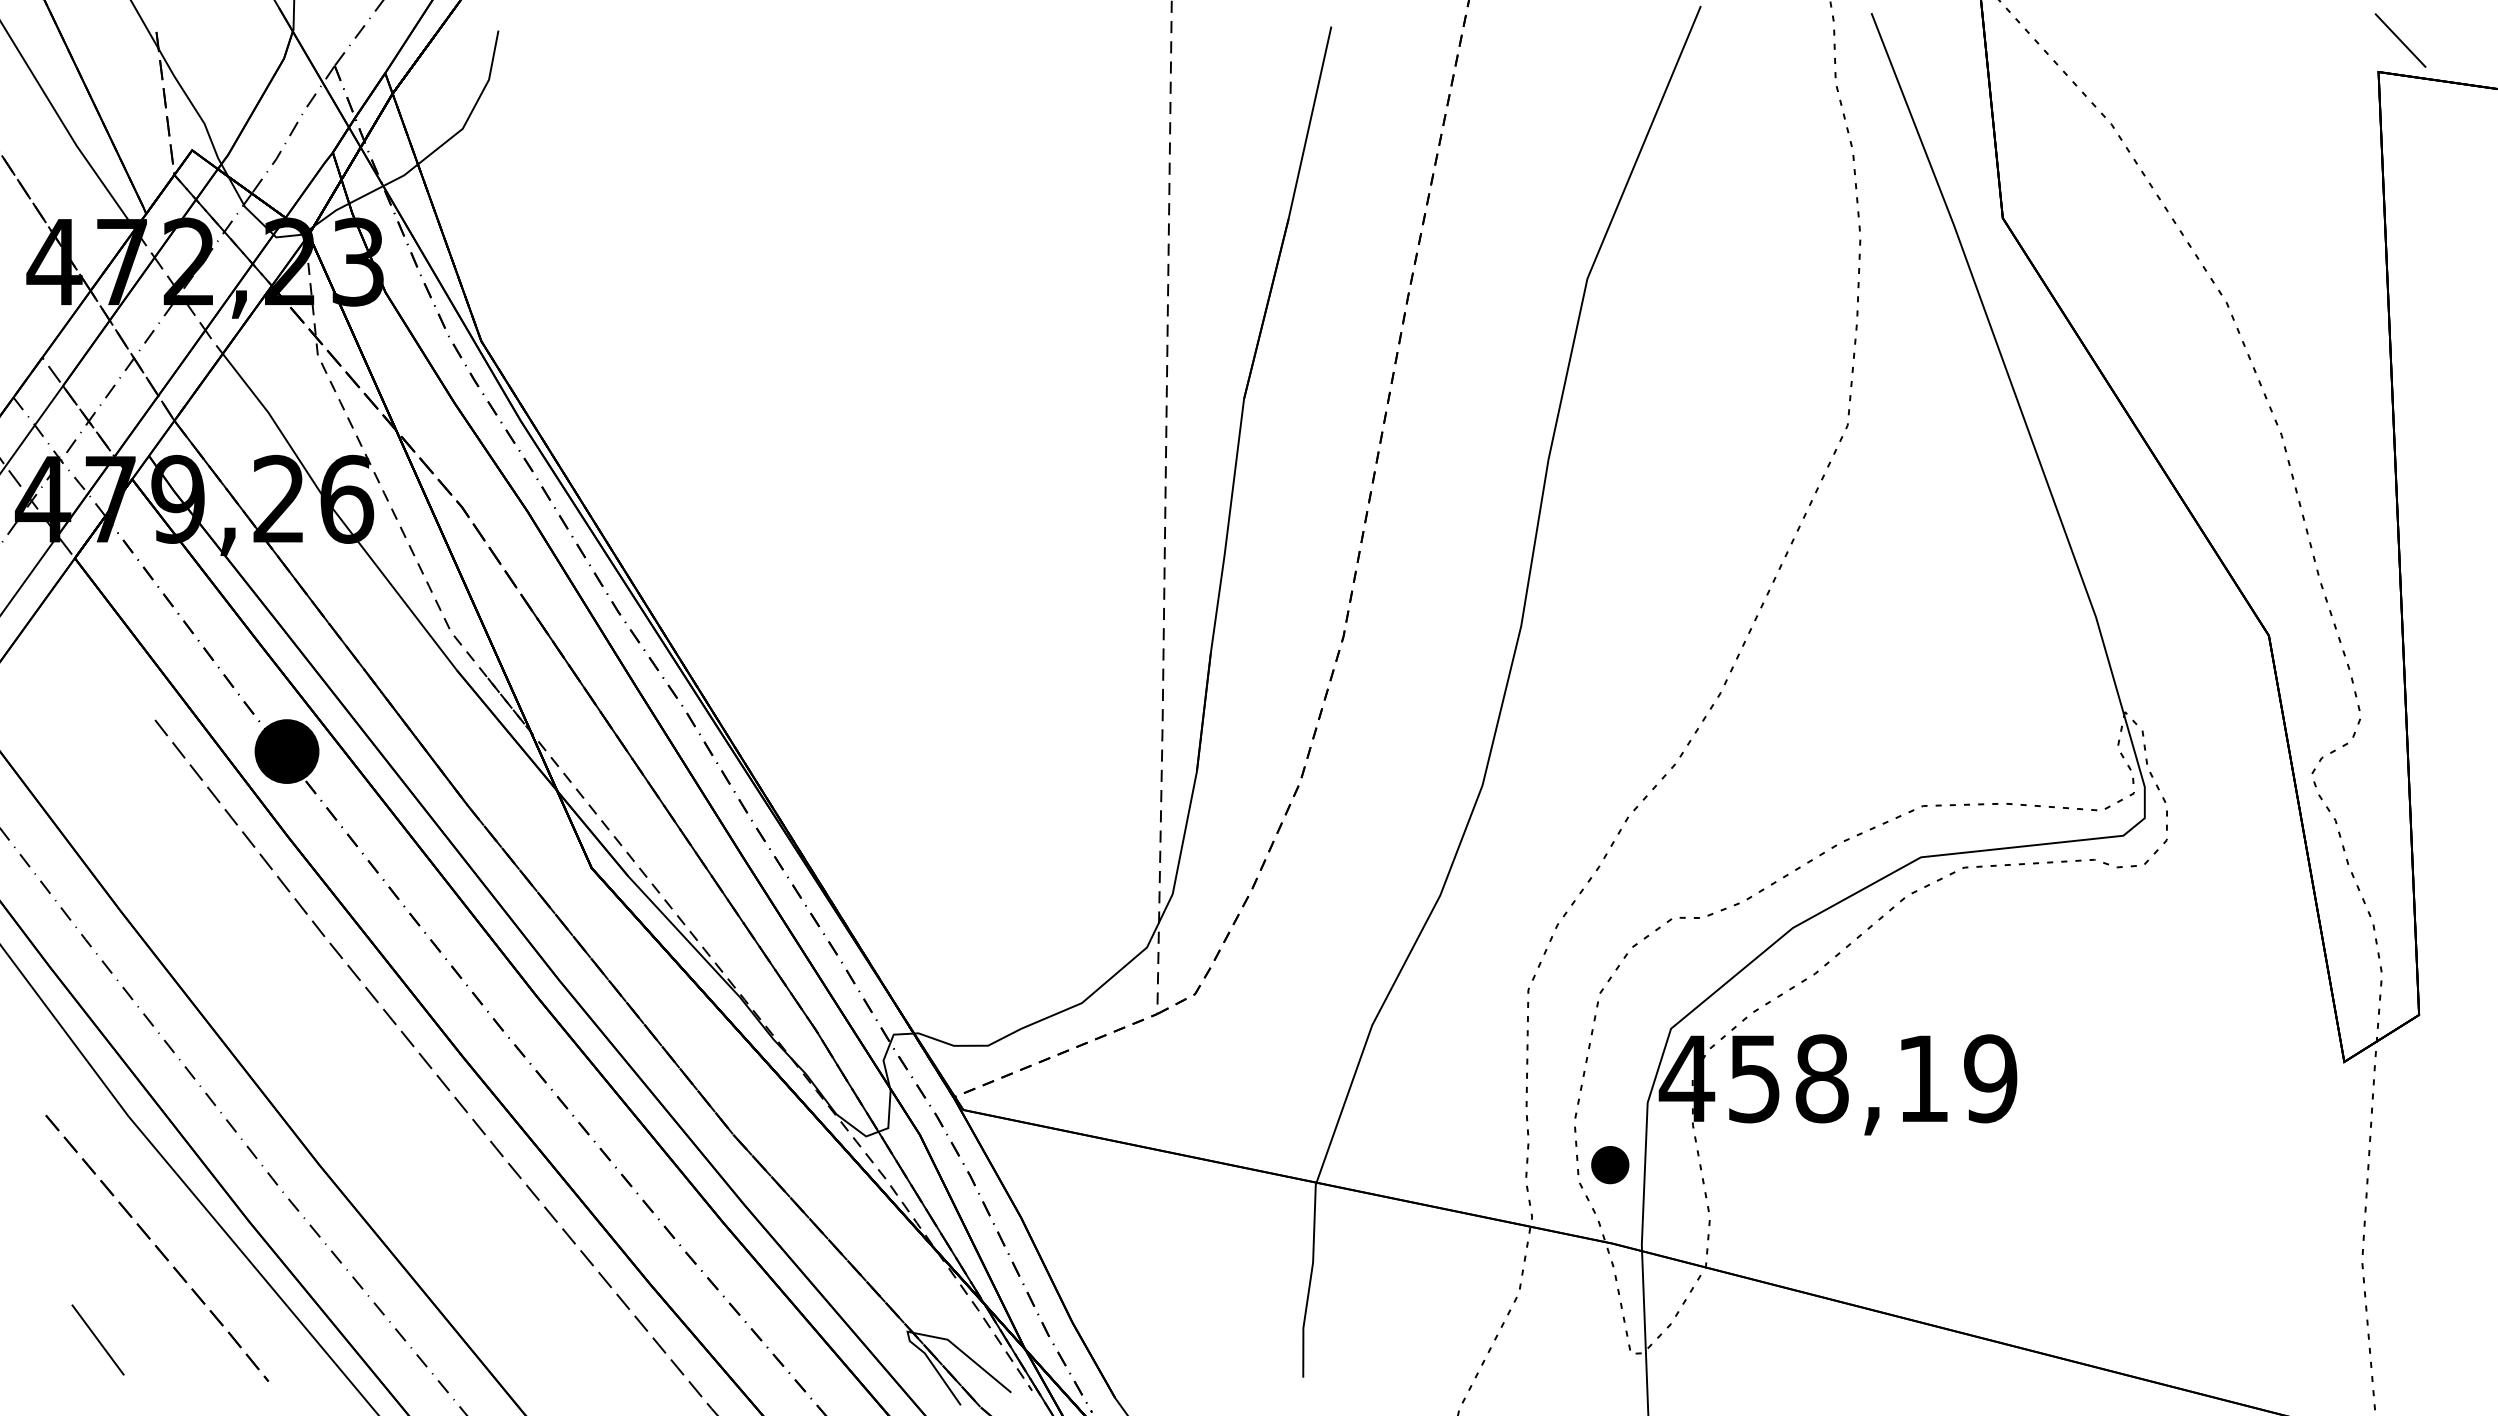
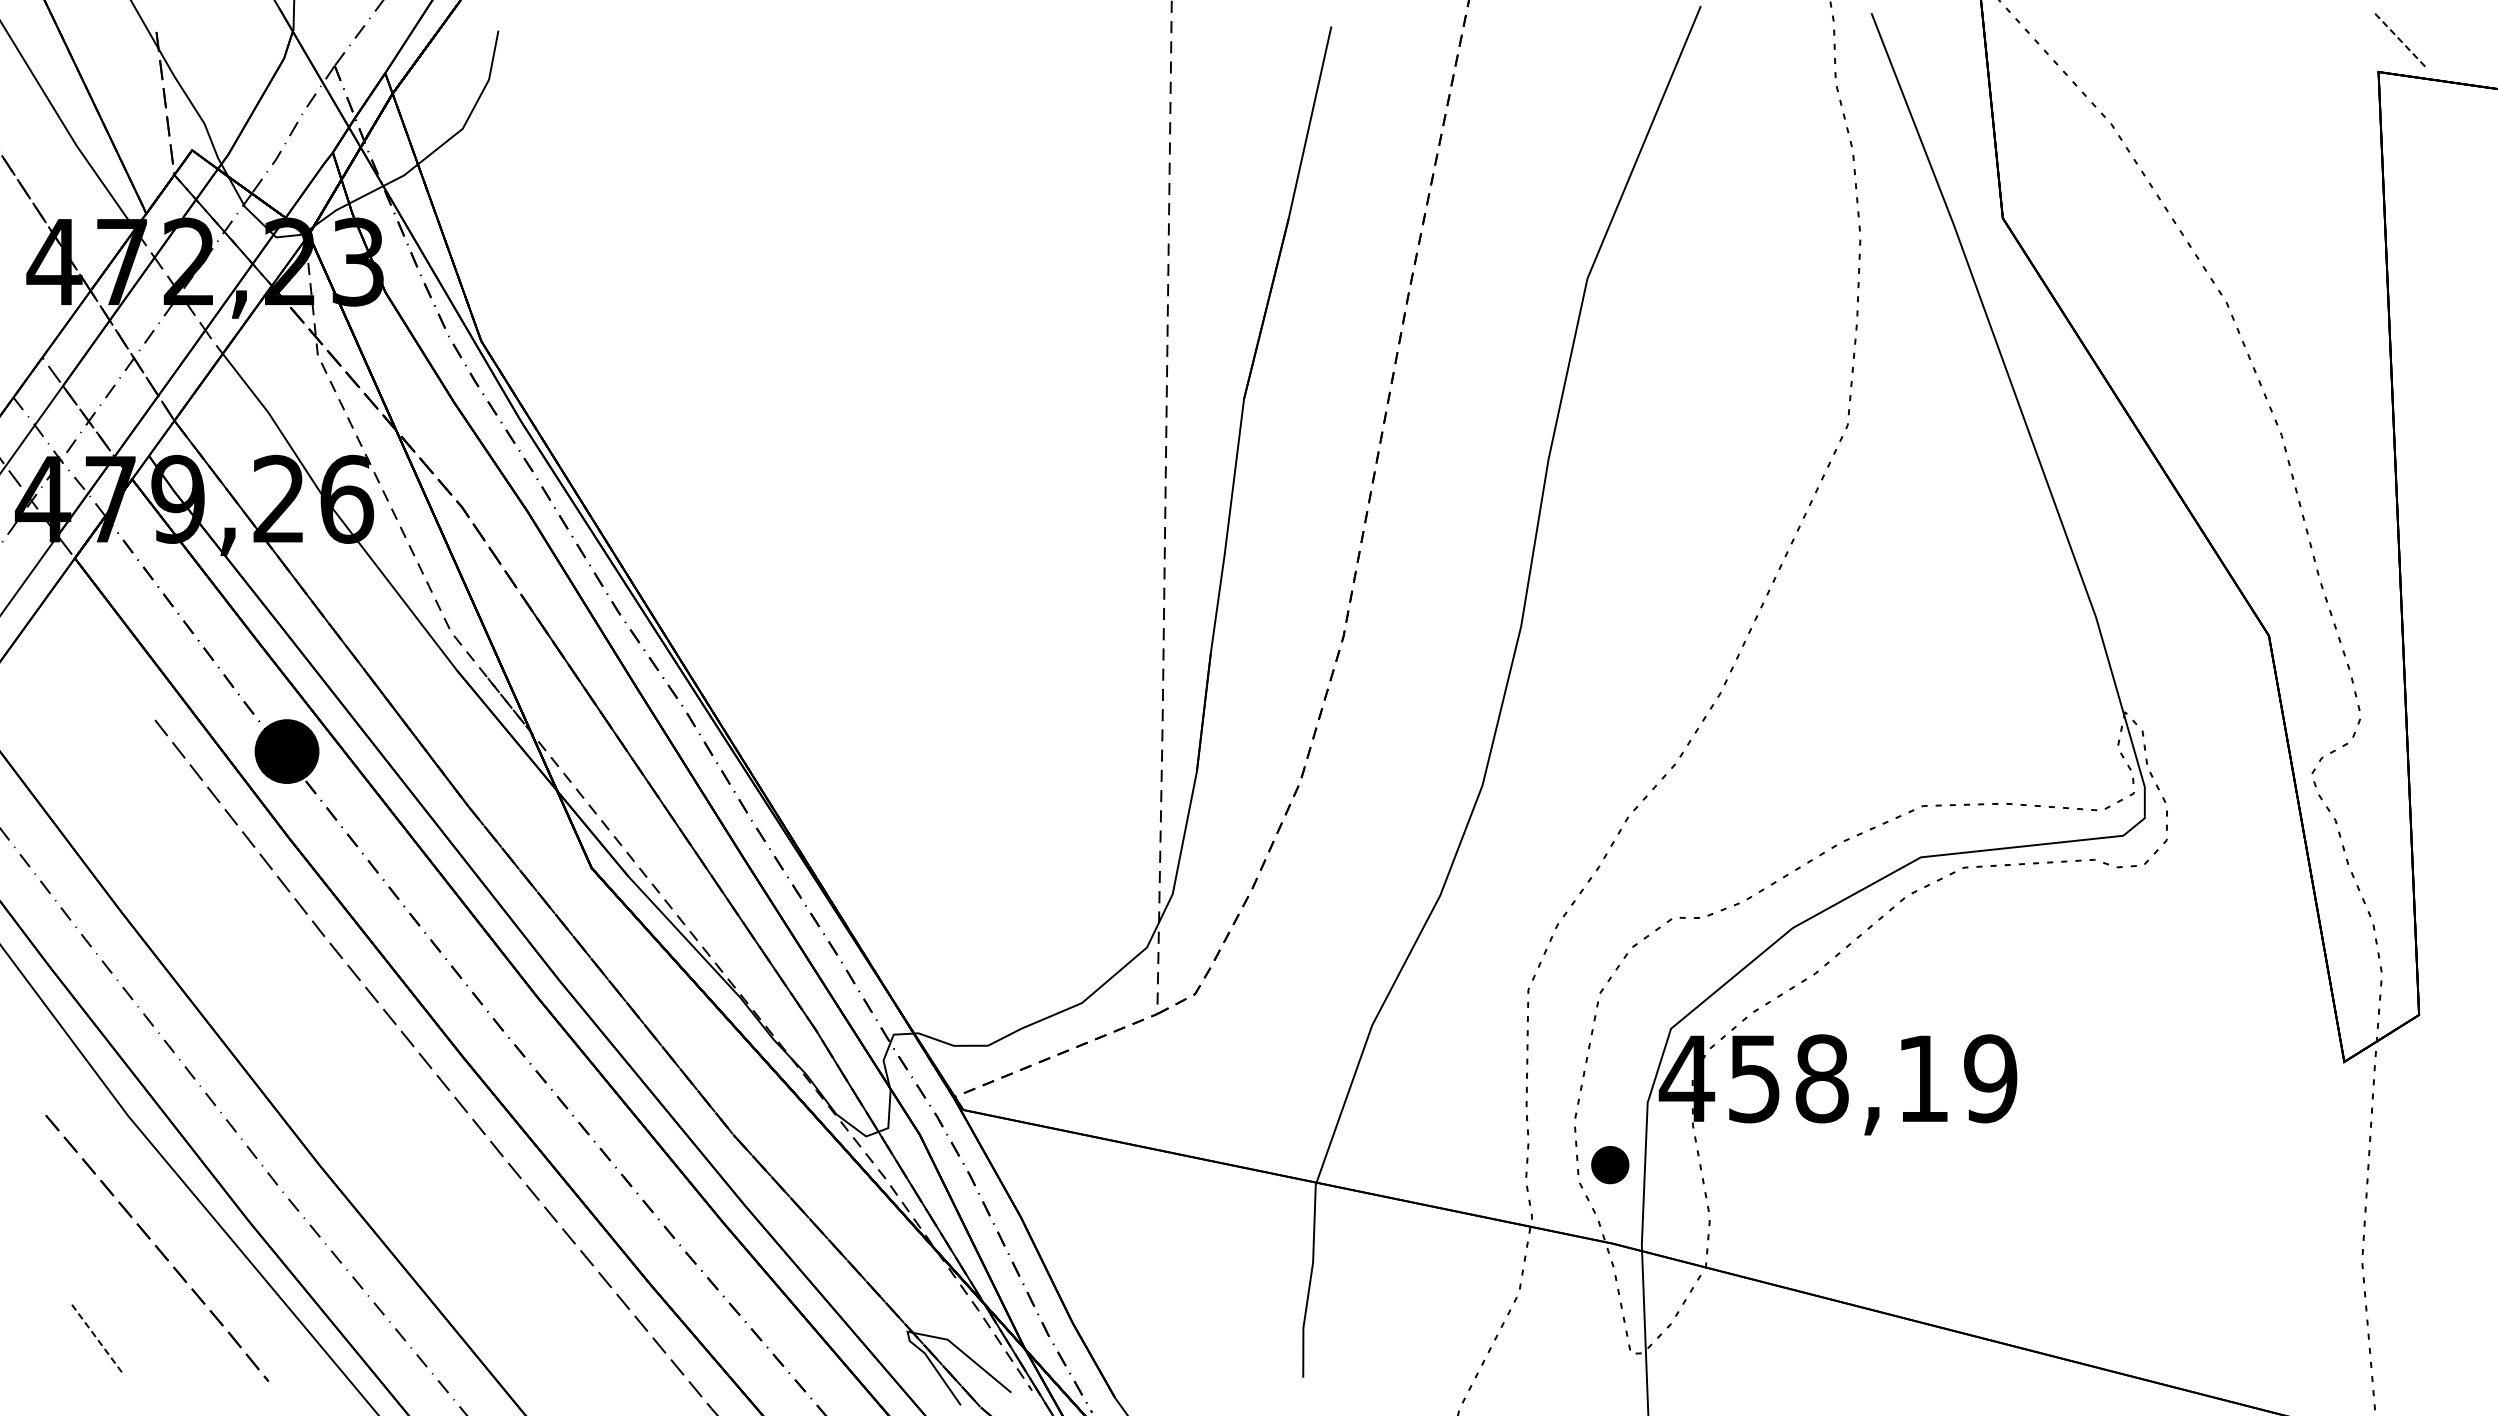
line at (2400, 40): solid -> dashed
line at (98, 1340): solid -> dashed
